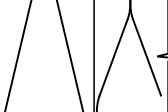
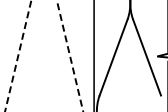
line at (18, 55): solid -> dashed
line at (70, 56): solid -> dashed
